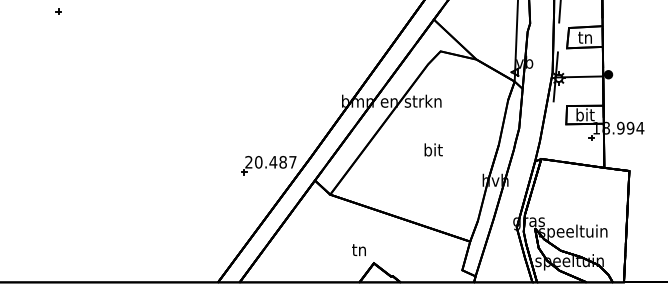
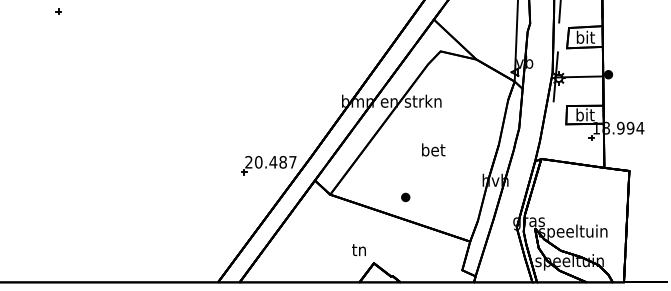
text at (585, 36): tn -> bit
text at (433, 149): bit -> bet
part at (405, 197): none -> present
